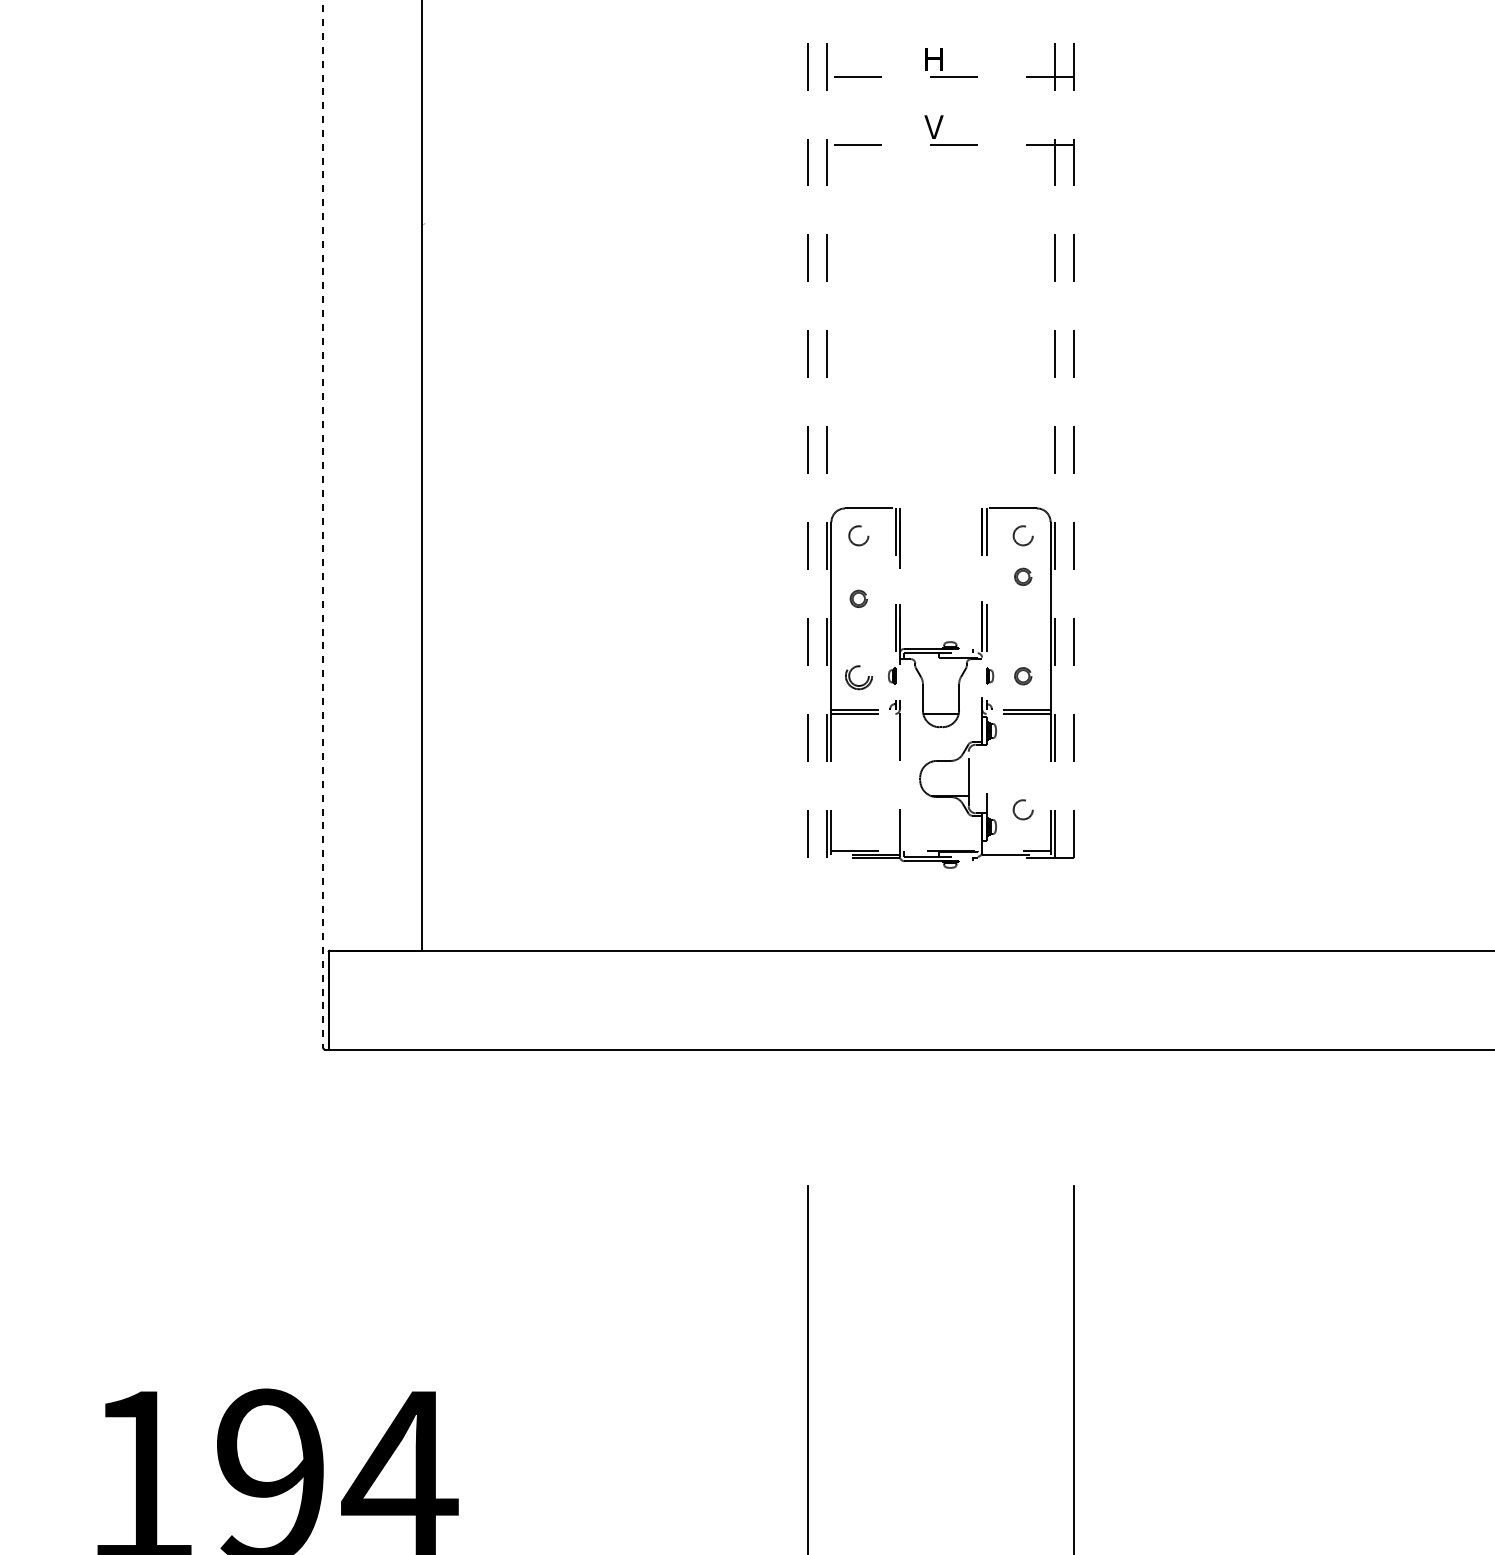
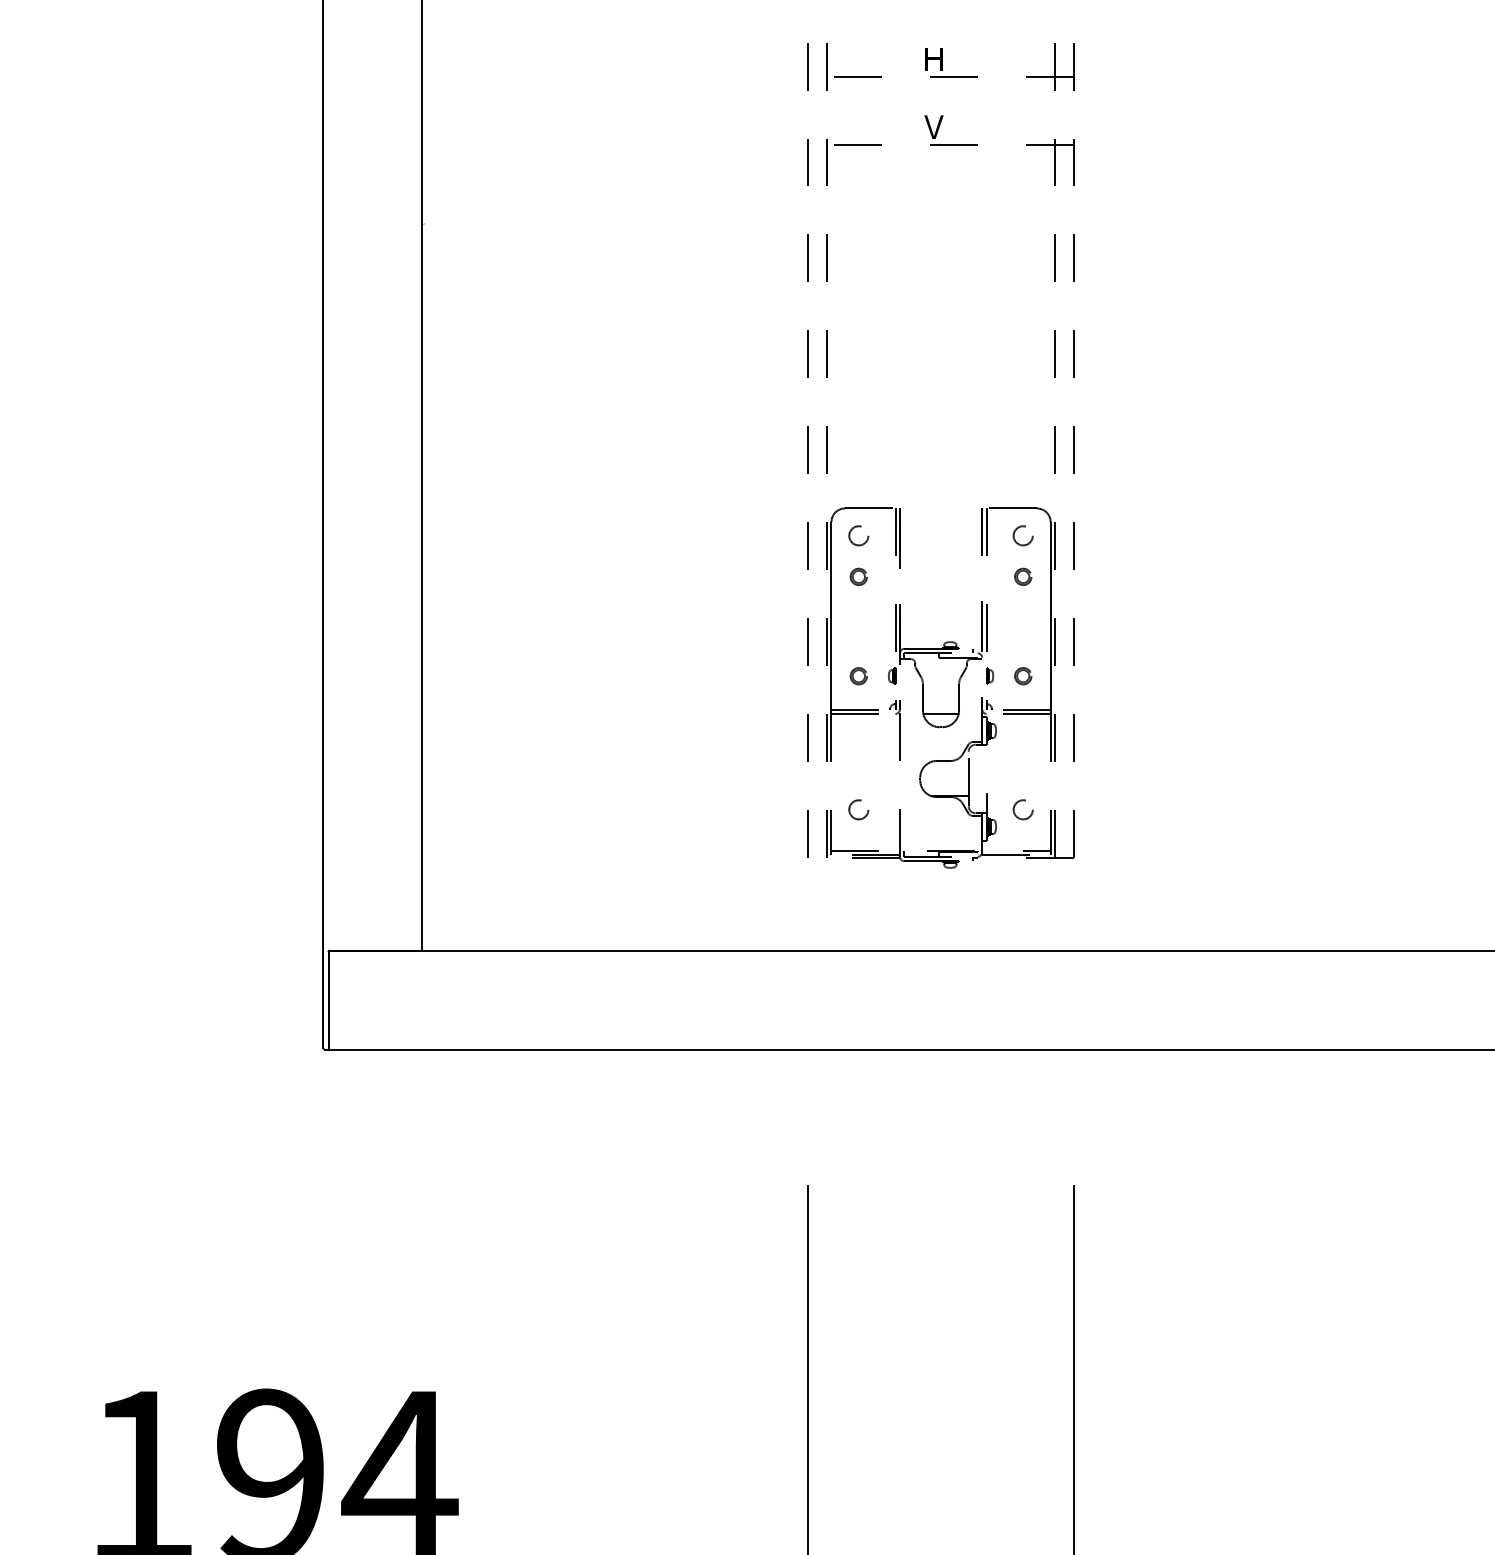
line at (323, 524): dashed -> solid
part at (858, 598) position: (858, 598) -> (858, 576)
part at (859, 677) size: 29x26 px -> 19x19 px
circle at (858, 809): none -> present
